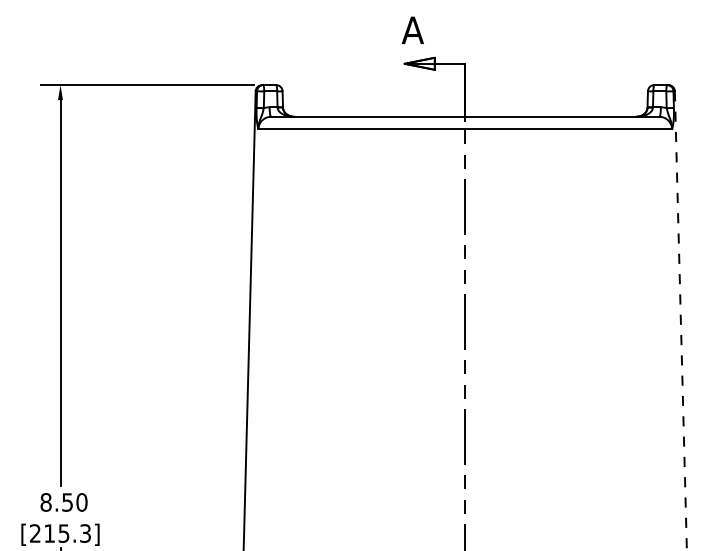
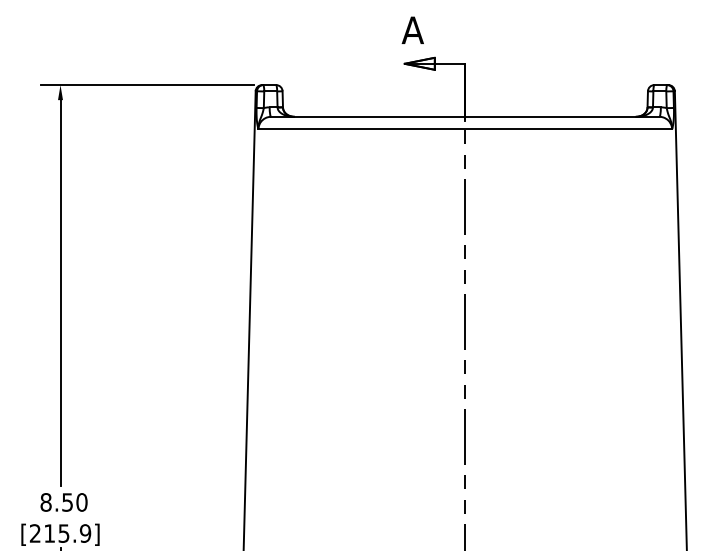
line at (680, 321): dashed -> solid
text at (85, 533): [215.3] -> [215.9]
